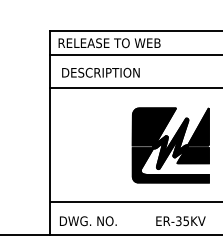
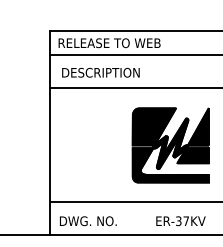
text at (185, 221): ER-35KV -> ER-37KV
